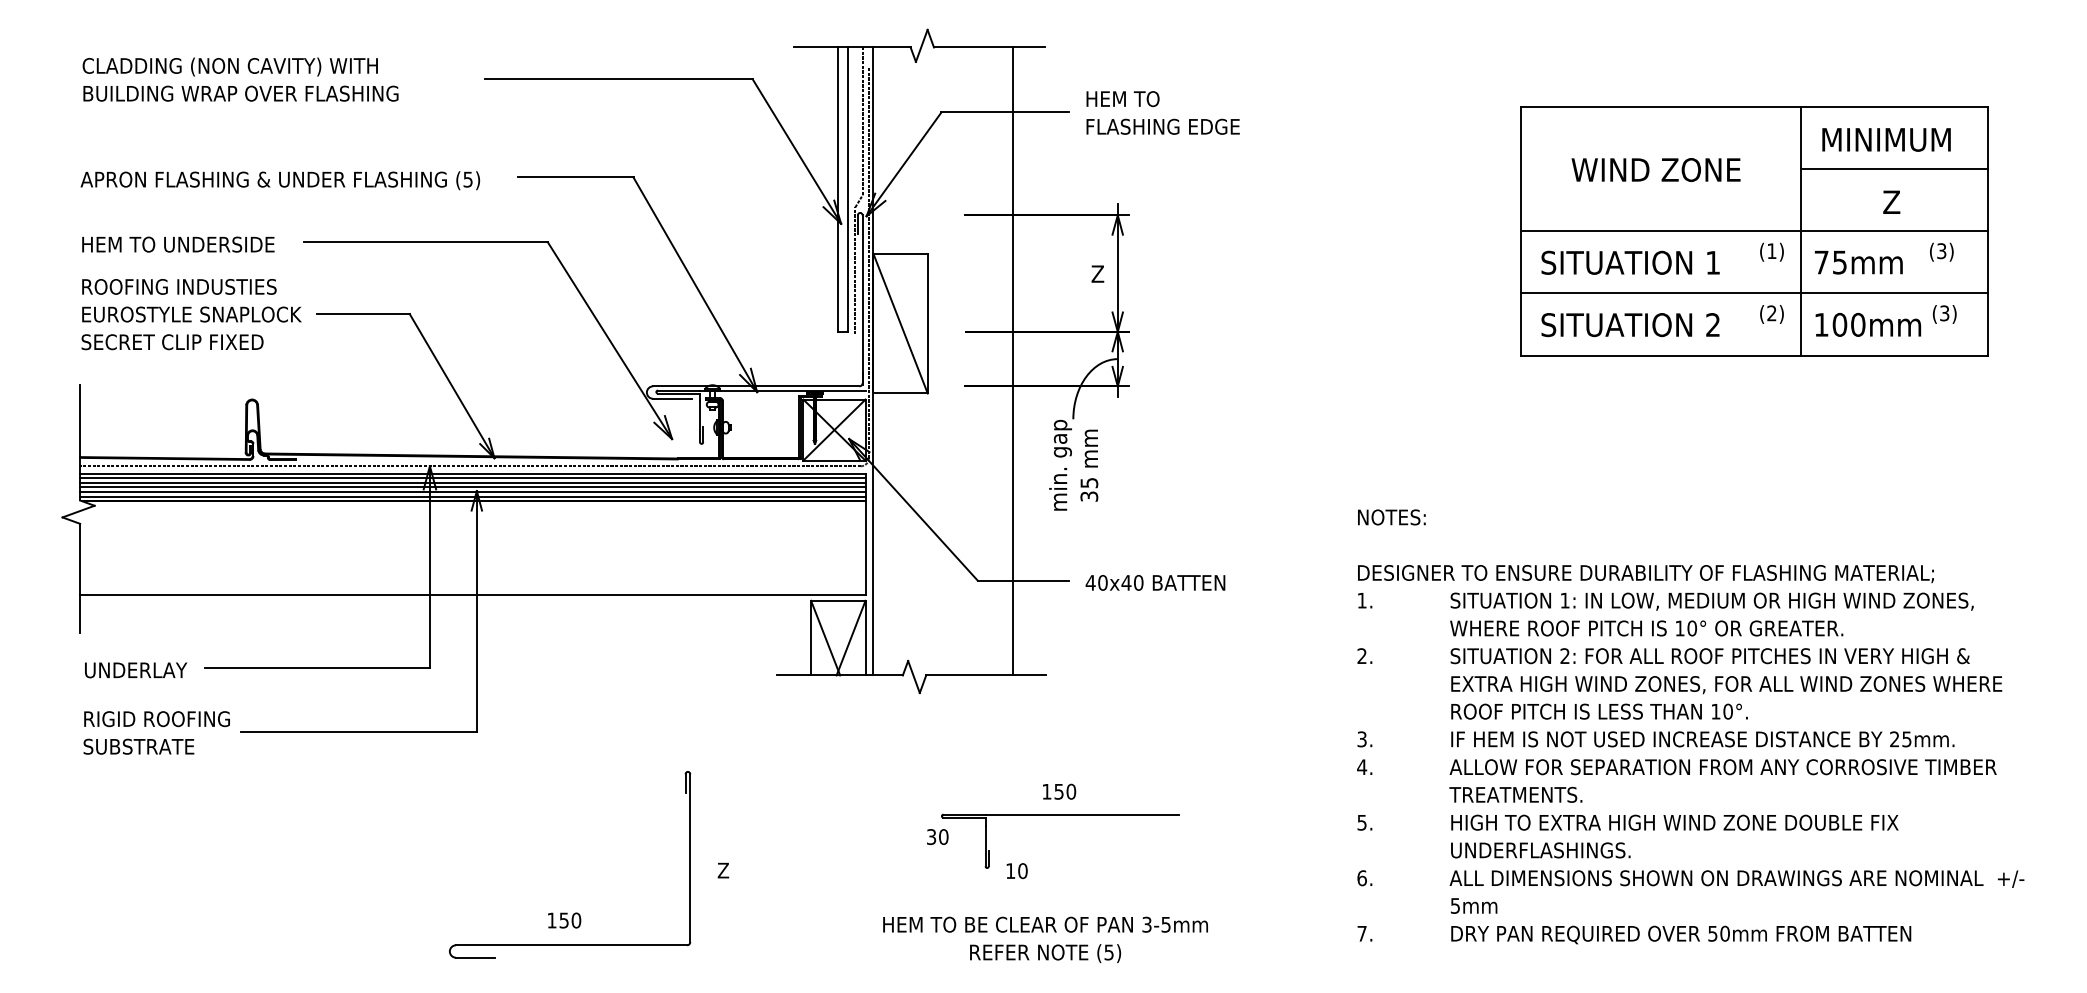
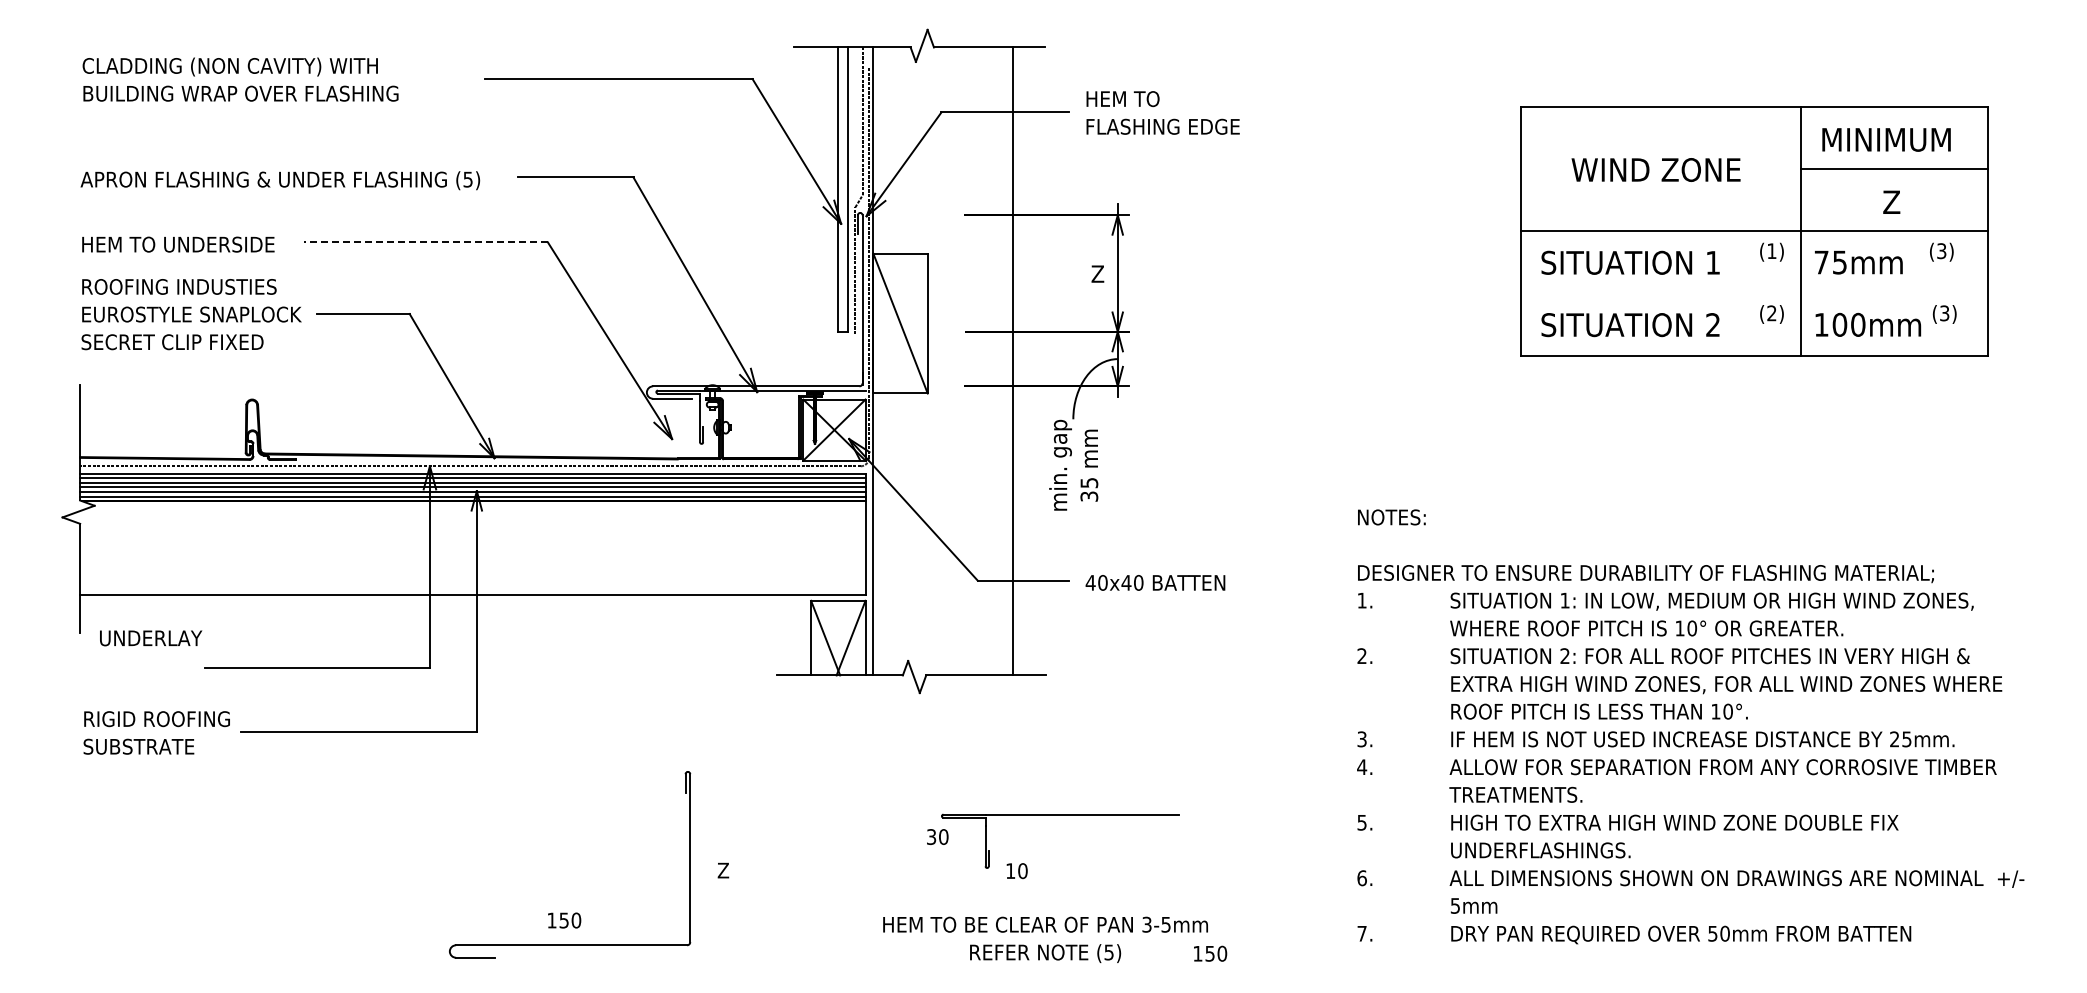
line at (426, 242): solid -> dashed
line at (1753, 293): present -> none
text at (136, 670) position: (136, 670) -> (151, 638)
text at (1059, 791) position: (1059, 791) -> (1210, 953)
